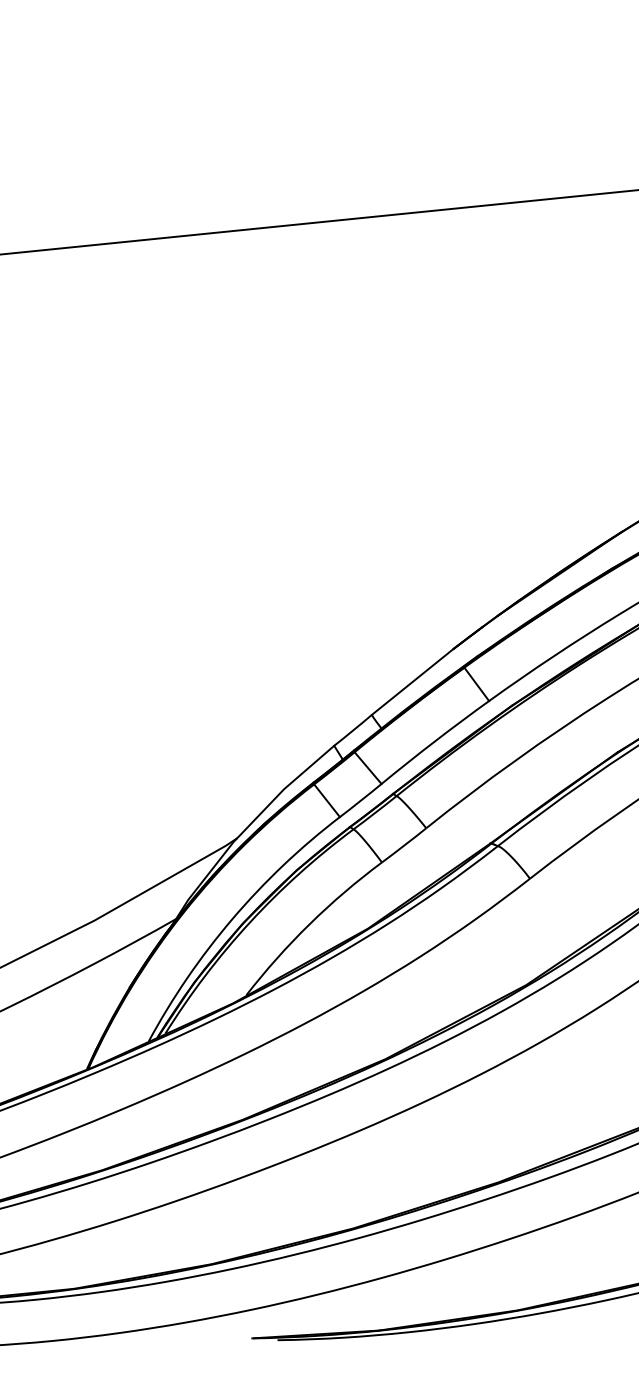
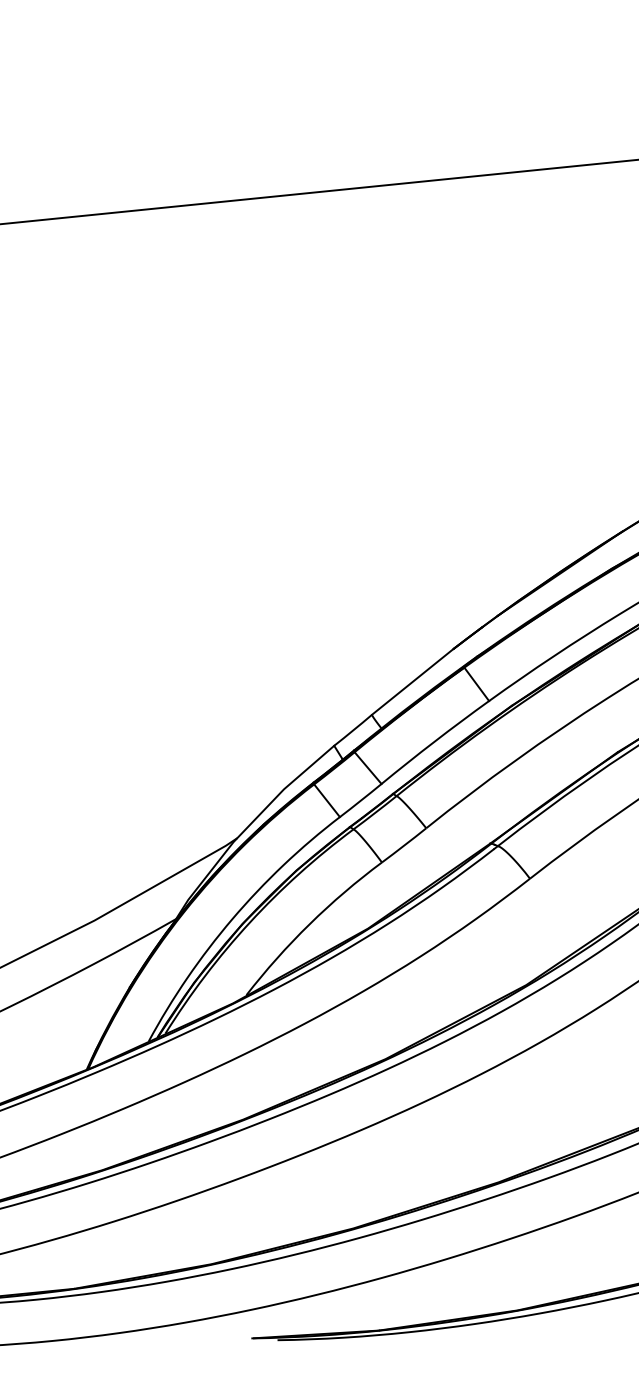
line at (318, 222) position: (318, 222) -> (318, 192)
